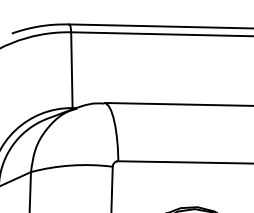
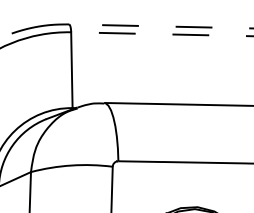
line at (160, 26): solid -> dashed
line at (162, 34): solid -> dashed
